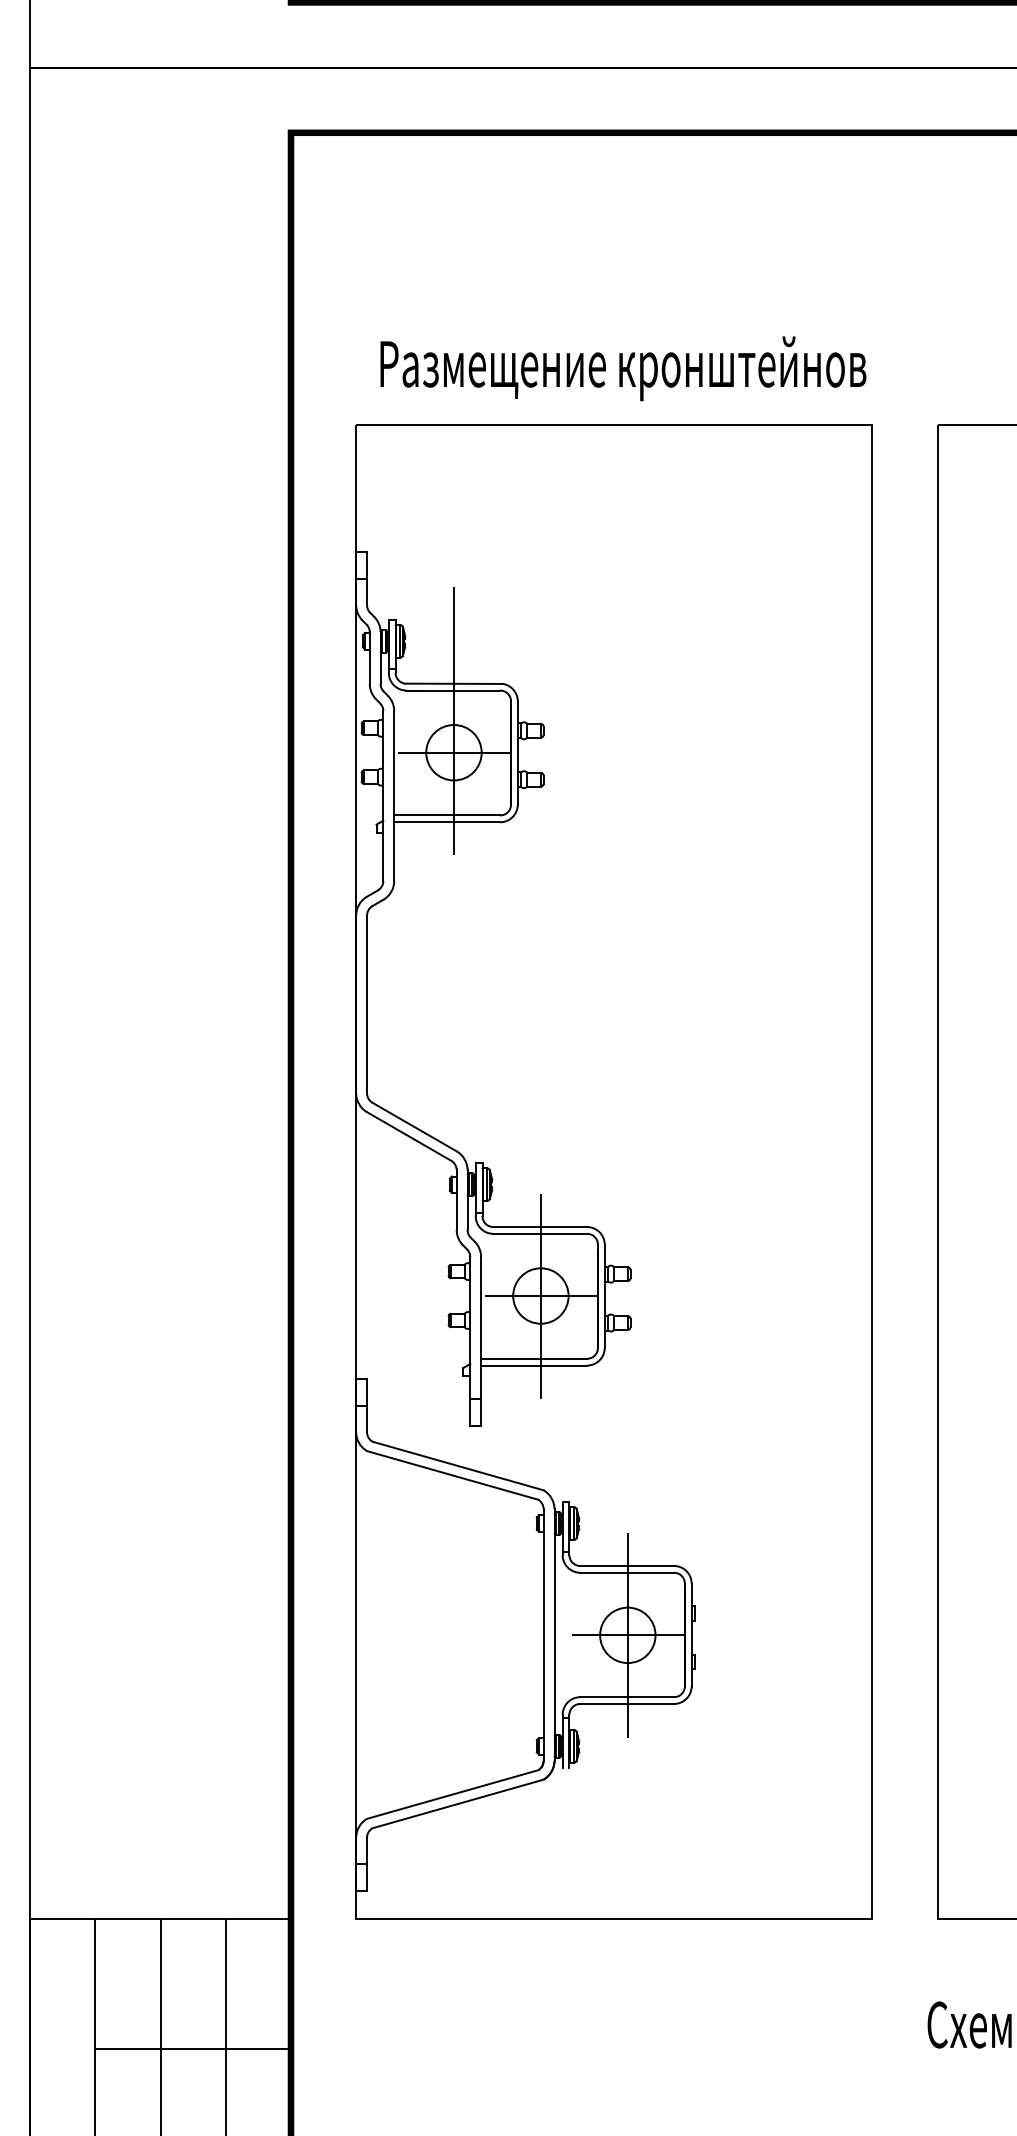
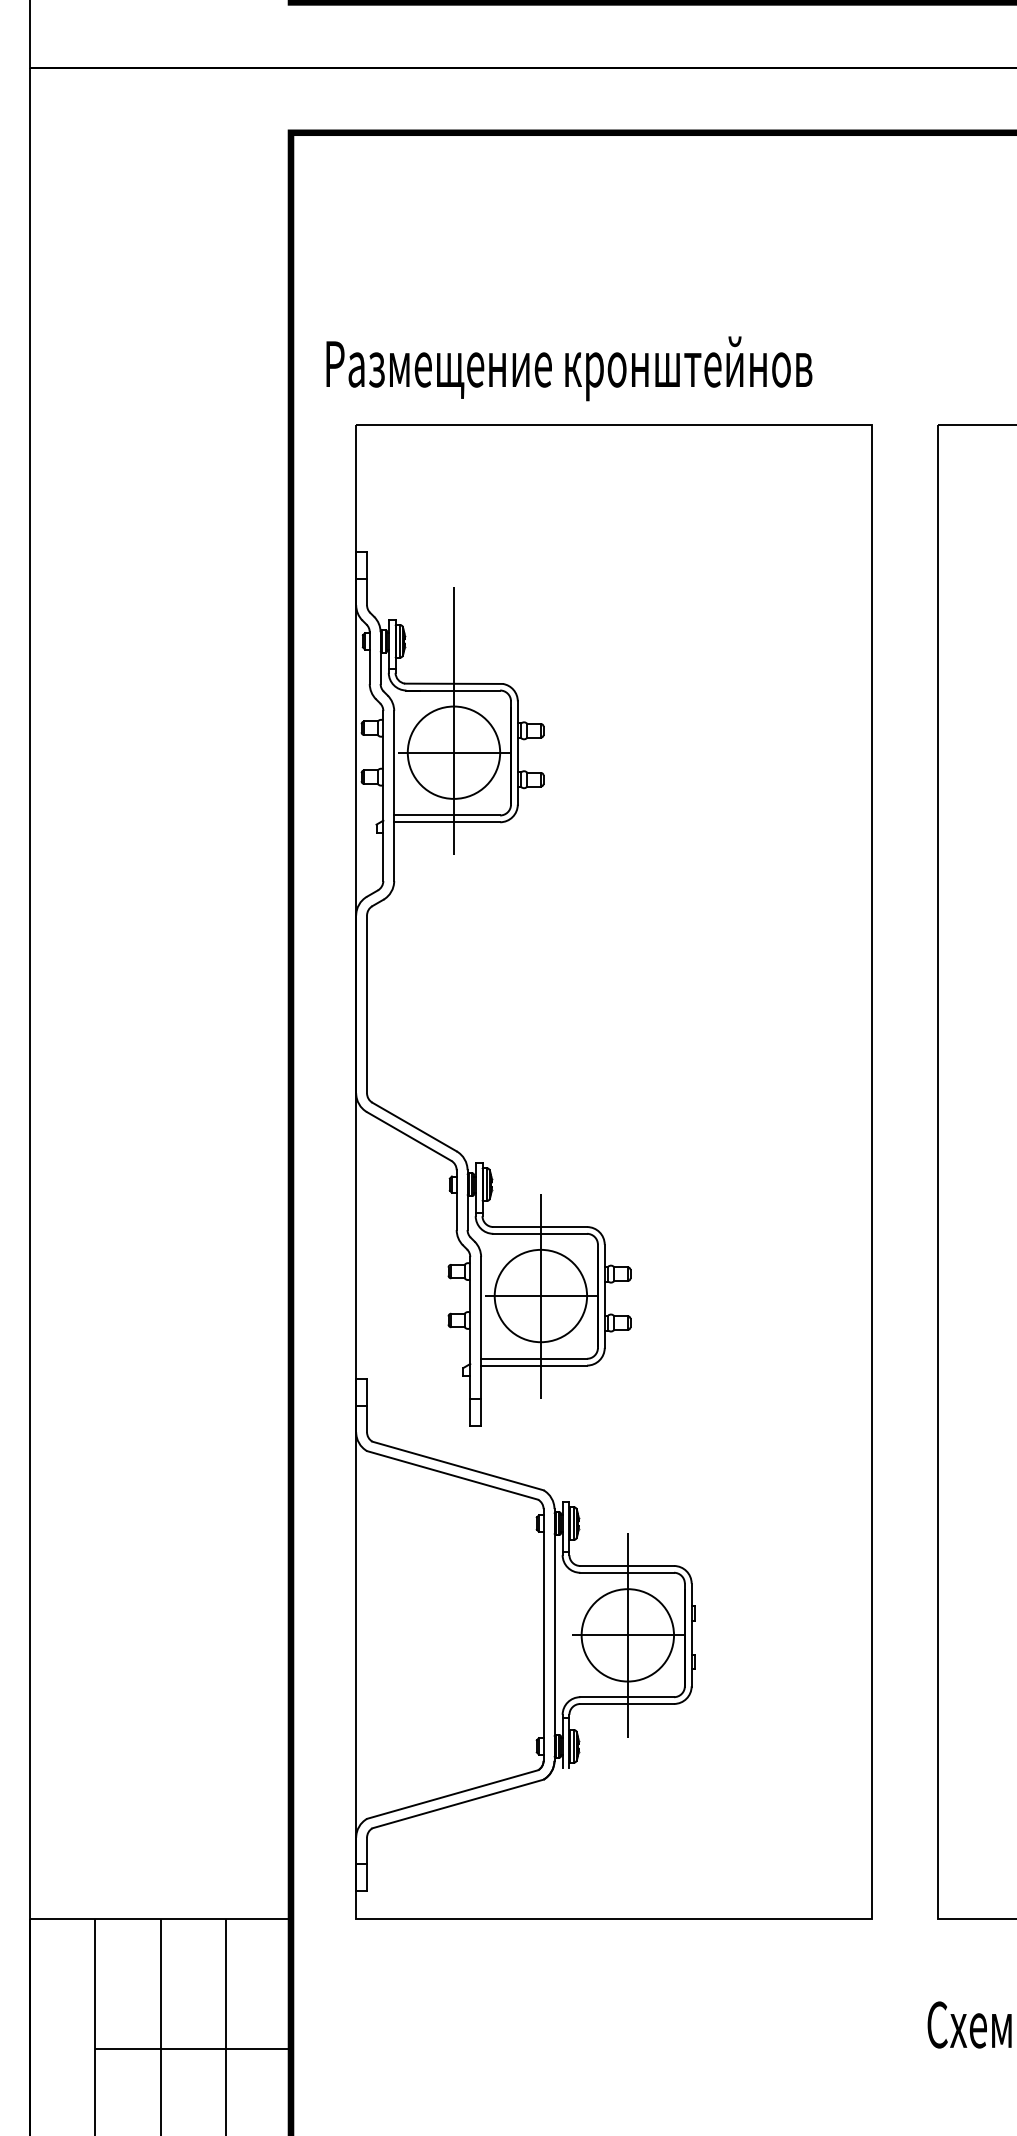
text at (623, 368) position: (623, 368) -> (569, 368)
circle at (453, 752) diameter: 55 px -> 92 px
circle at (540, 1295) diameter: 55 px -> 92 px
circle at (627, 1635) diameter: 55 px -> 92 px
